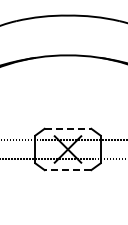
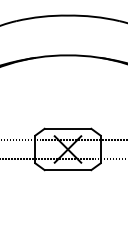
line at (68, 128): dashed -> solid
line at (67, 170): dashed -> solid
